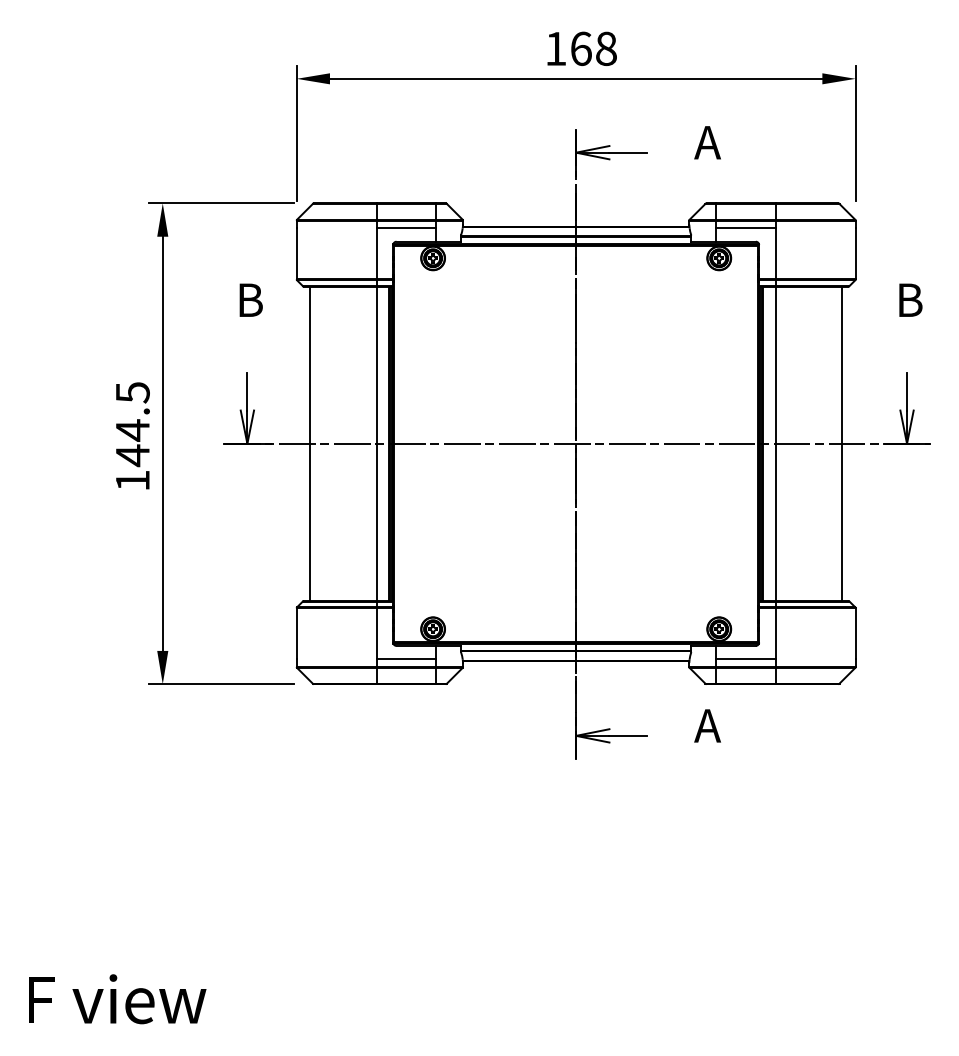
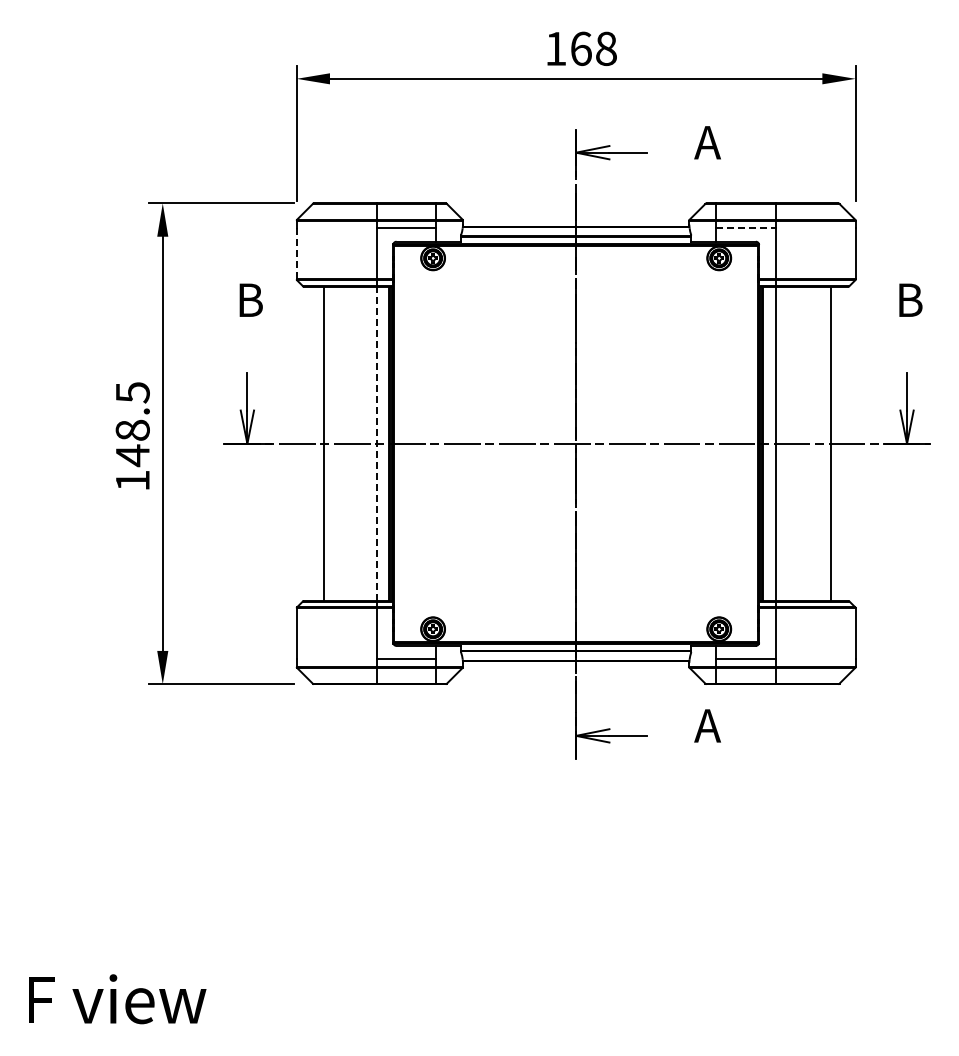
line at (745, 228): solid -> dashed
line at (296, 253): solid -> dashed
text at (132, 430): 144.5 -> 148.5
line at (310, 443) position: (310, 443) -> (324, 443)
line at (376, 443): solid -> dashed
line at (842, 443) position: (842, 443) -> (831, 443)
